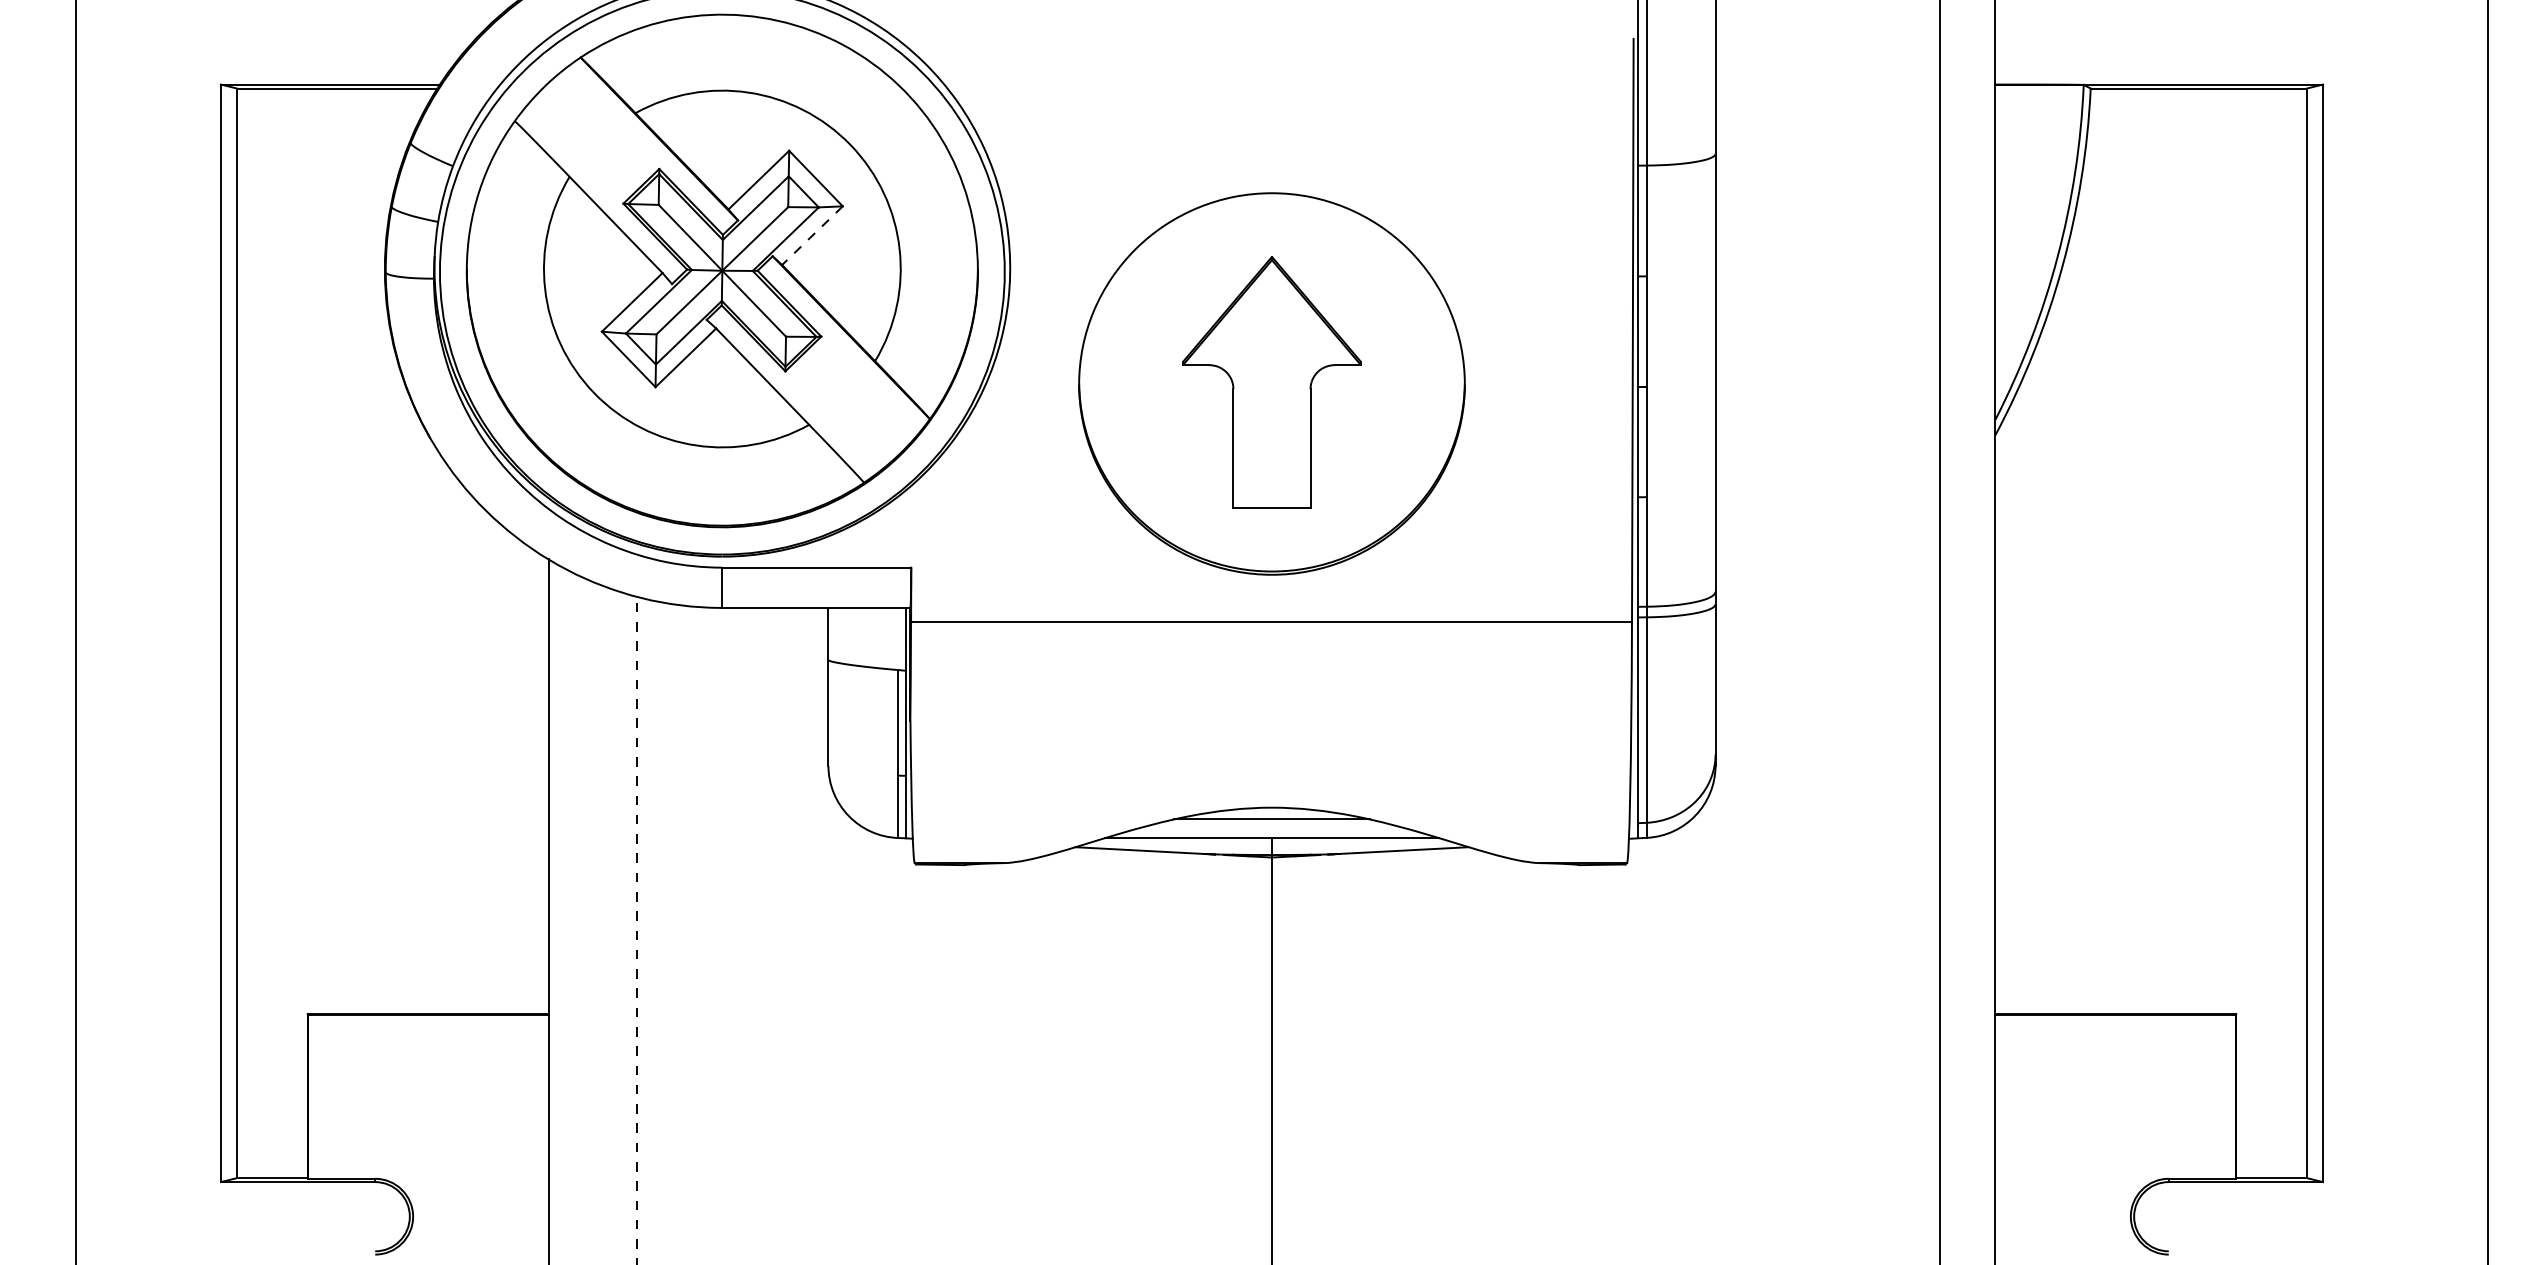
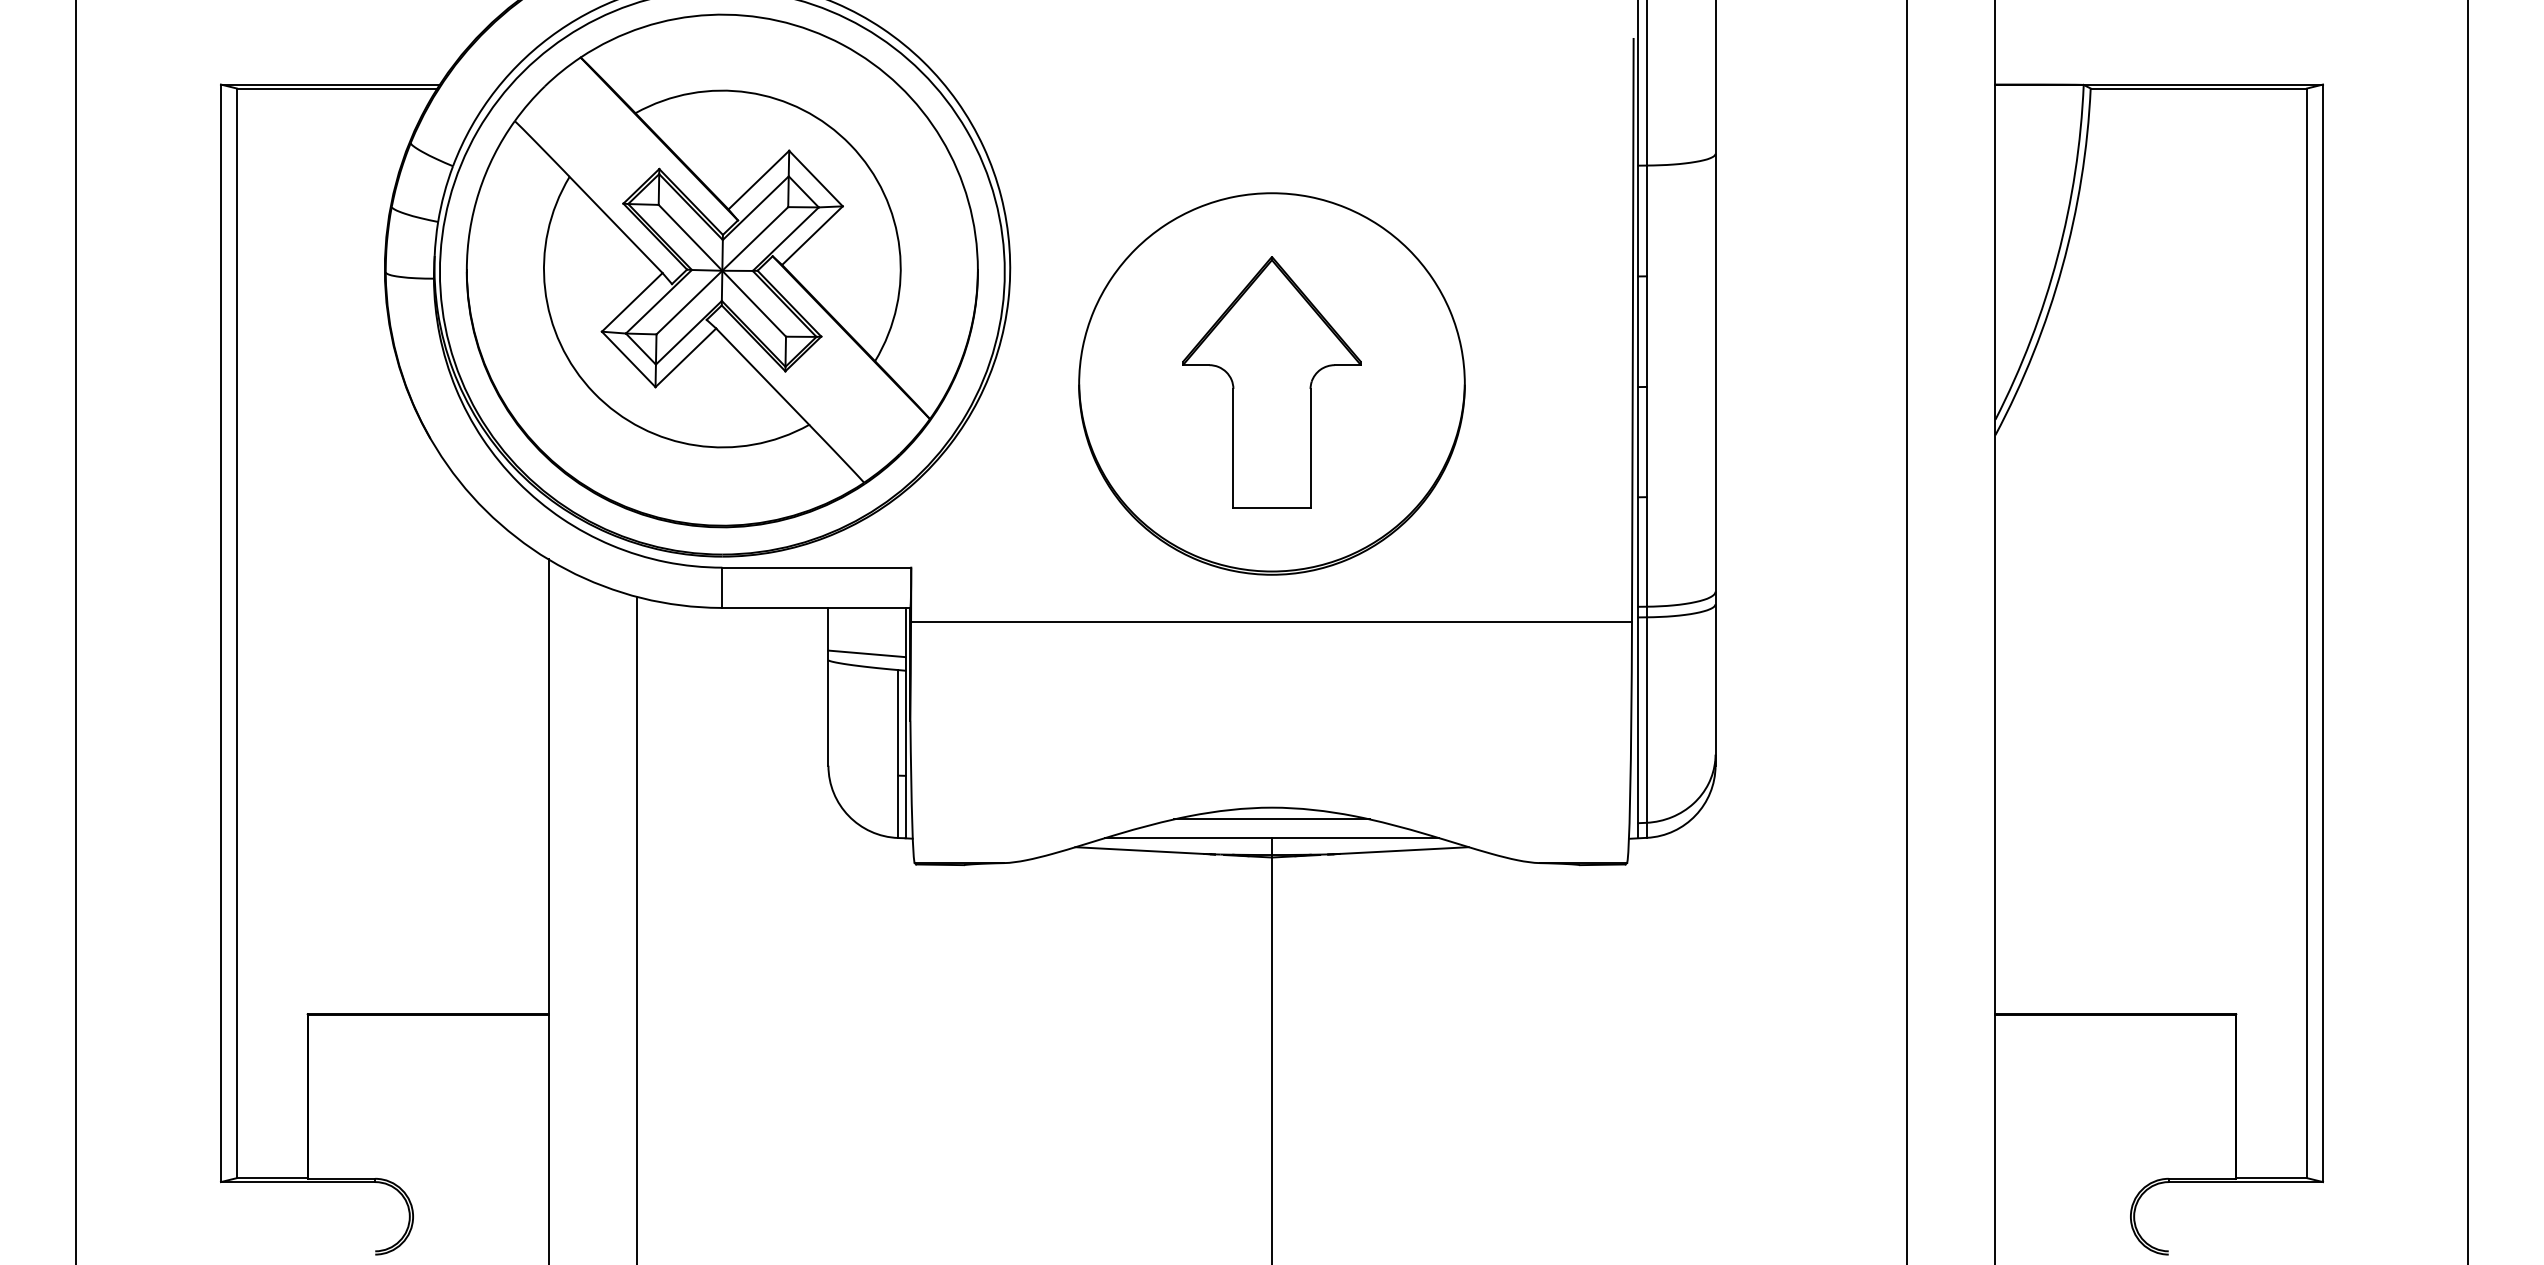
line at (812, 236): dashed -> solid
line at (1940, 631) position: (1940, 631) -> (1907, 631)
line at (2487, 631) position: (2487, 631) -> (2467, 631)
line at (866, 653): none -> present
line at (636, 930): dashed -> solid
